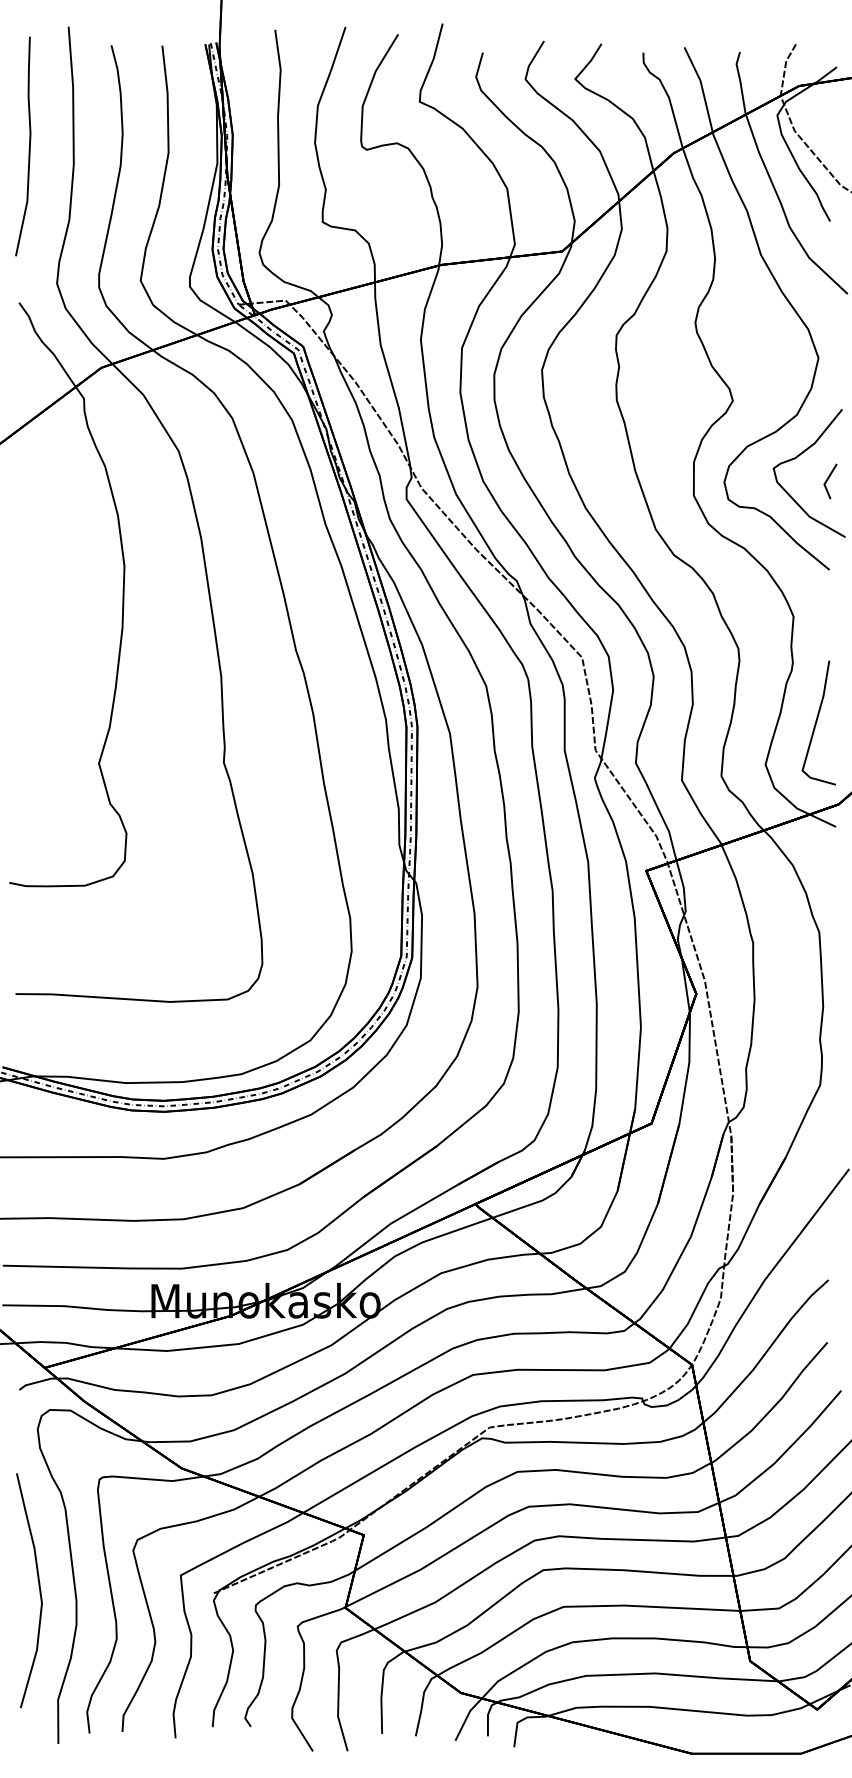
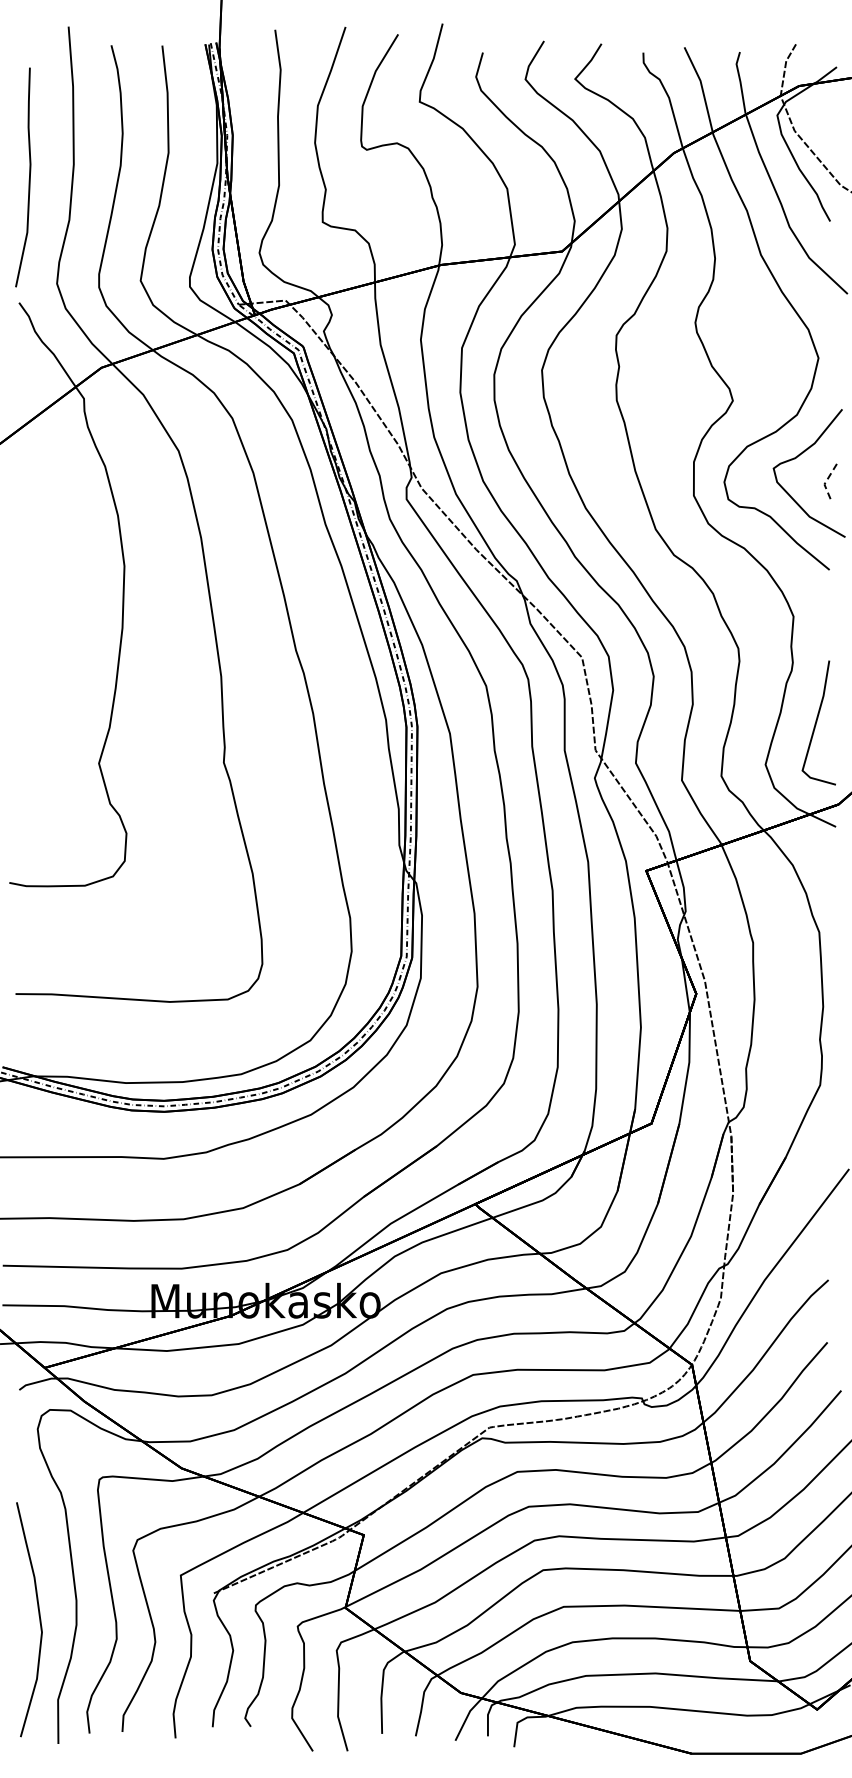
curve at (28, 148) position: (28, 148) -> (28, 179)
line at (826, 481): solid -> dashed
curve at (38, 1586) position: (38, 1586) -> (38, 1615)
